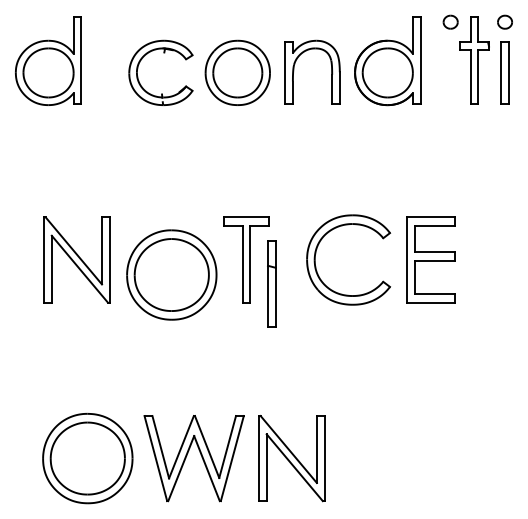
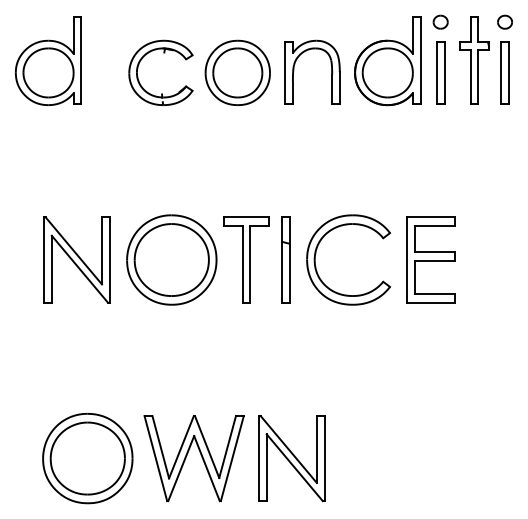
part at (450, 21) position: (450, 21) -> (440, 21)
part at (440, 72): none -> present
part at (171, 274) position: (171, 274) -> (171, 259)
part at (271, 283) position: (271, 283) -> (285, 259)
